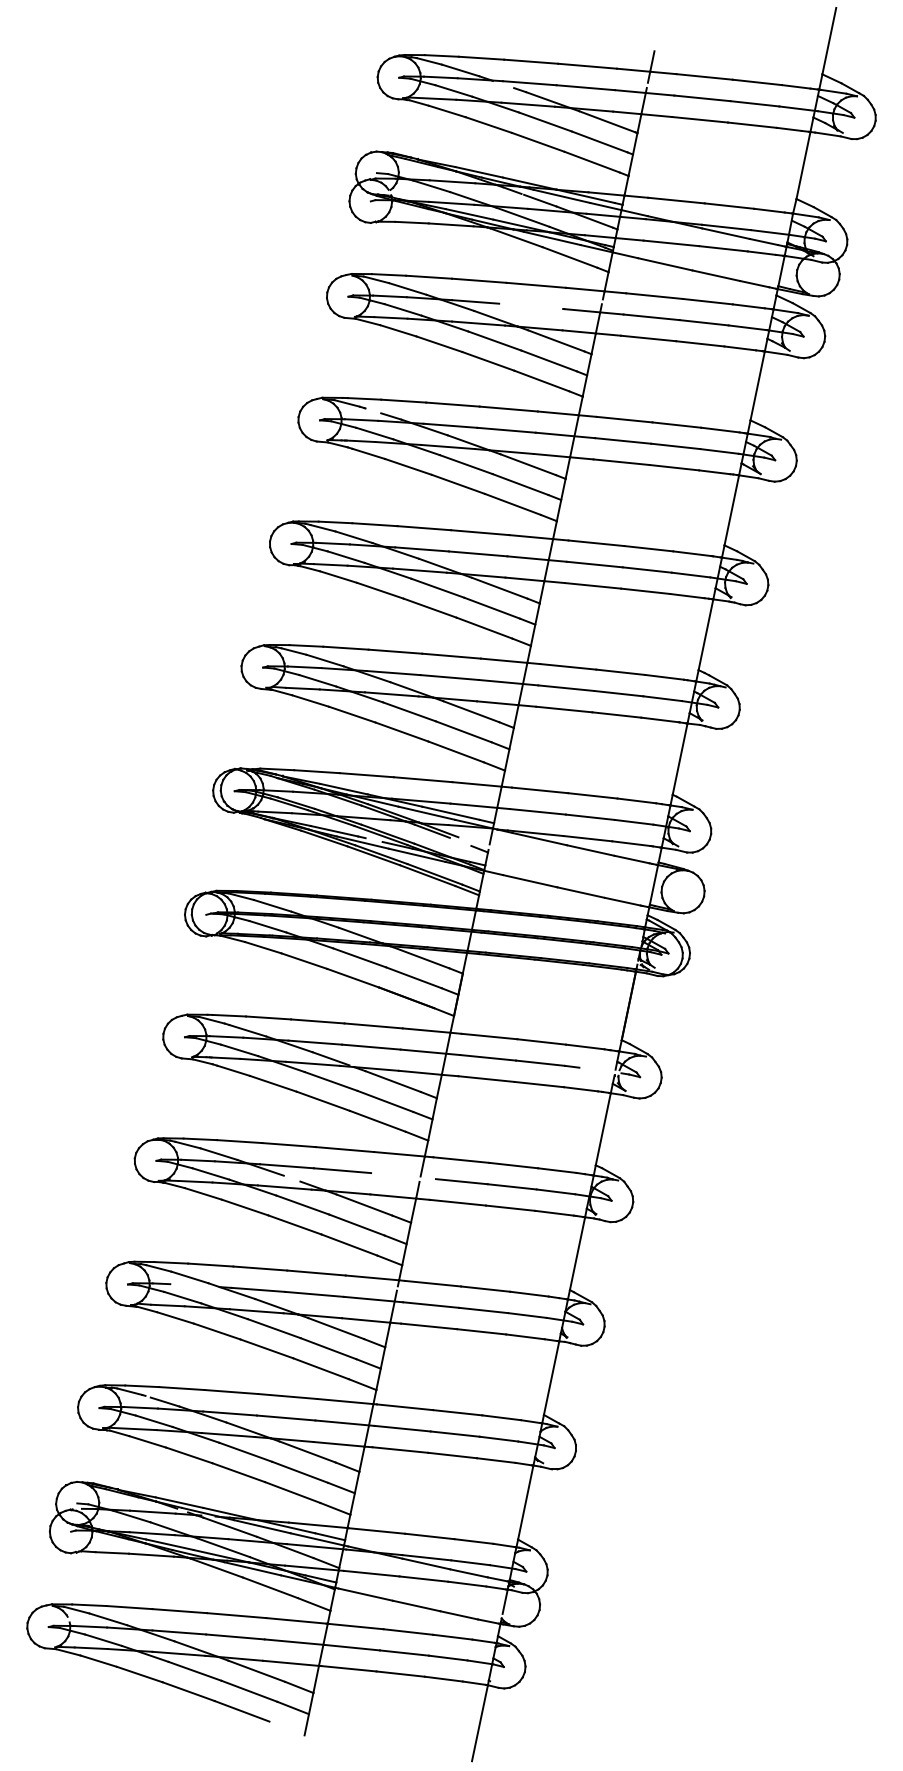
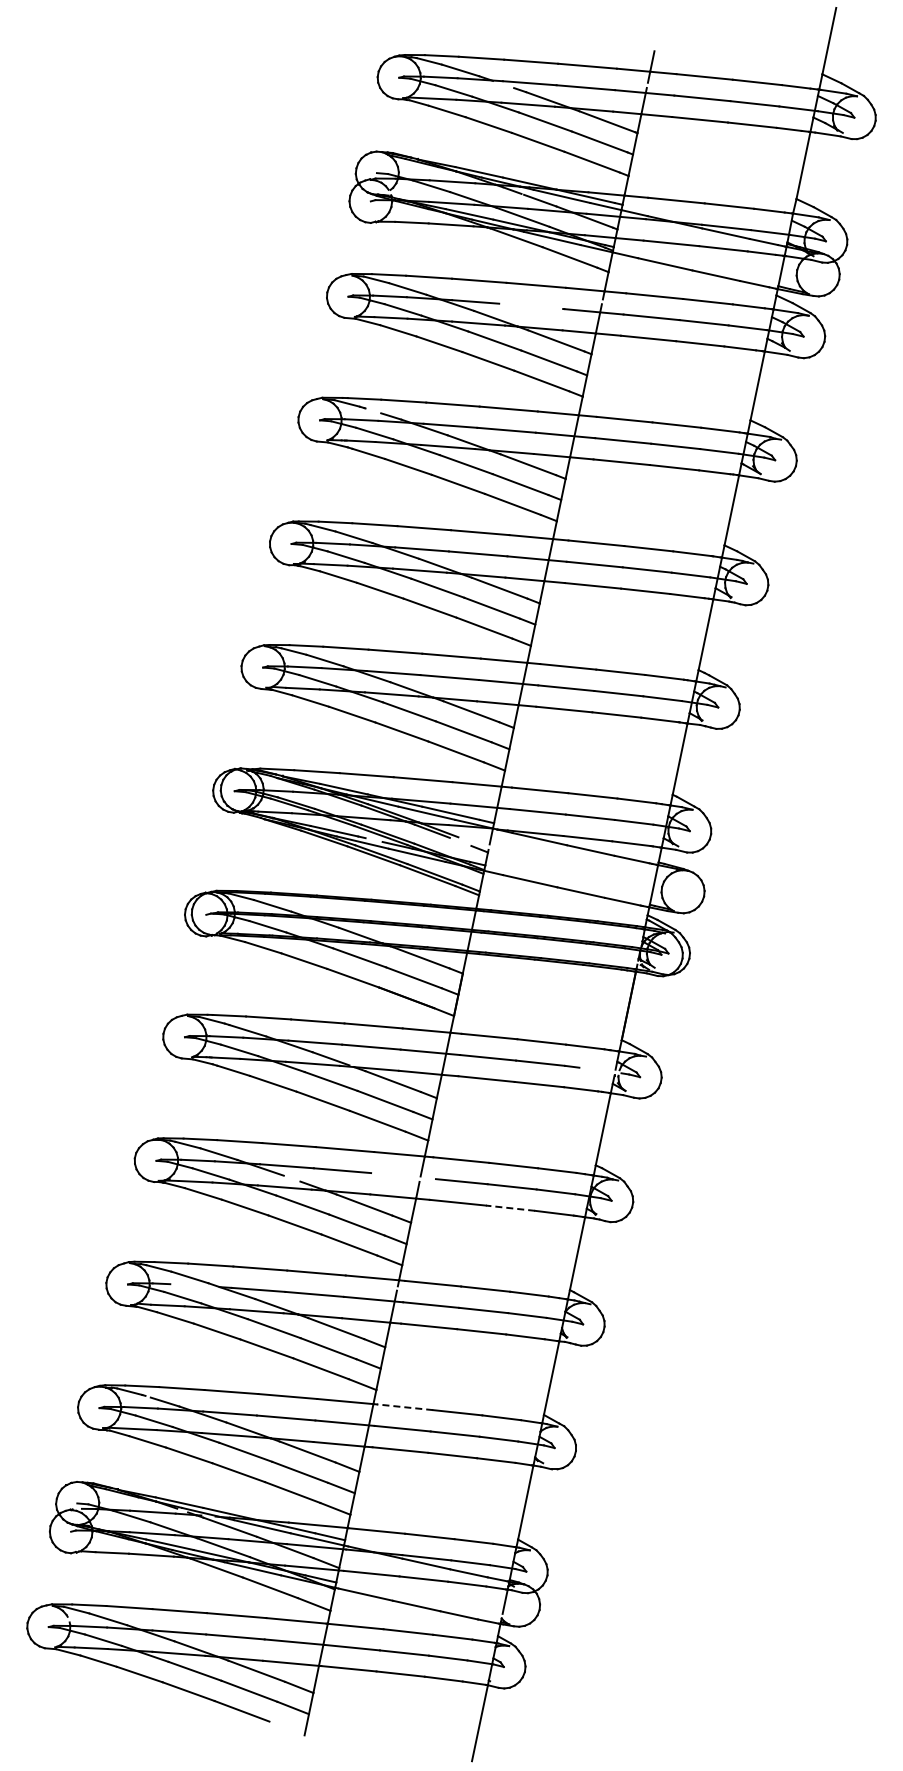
line at (510, 1208): solid -> dashed
line at (404, 1407): solid -> dashed
